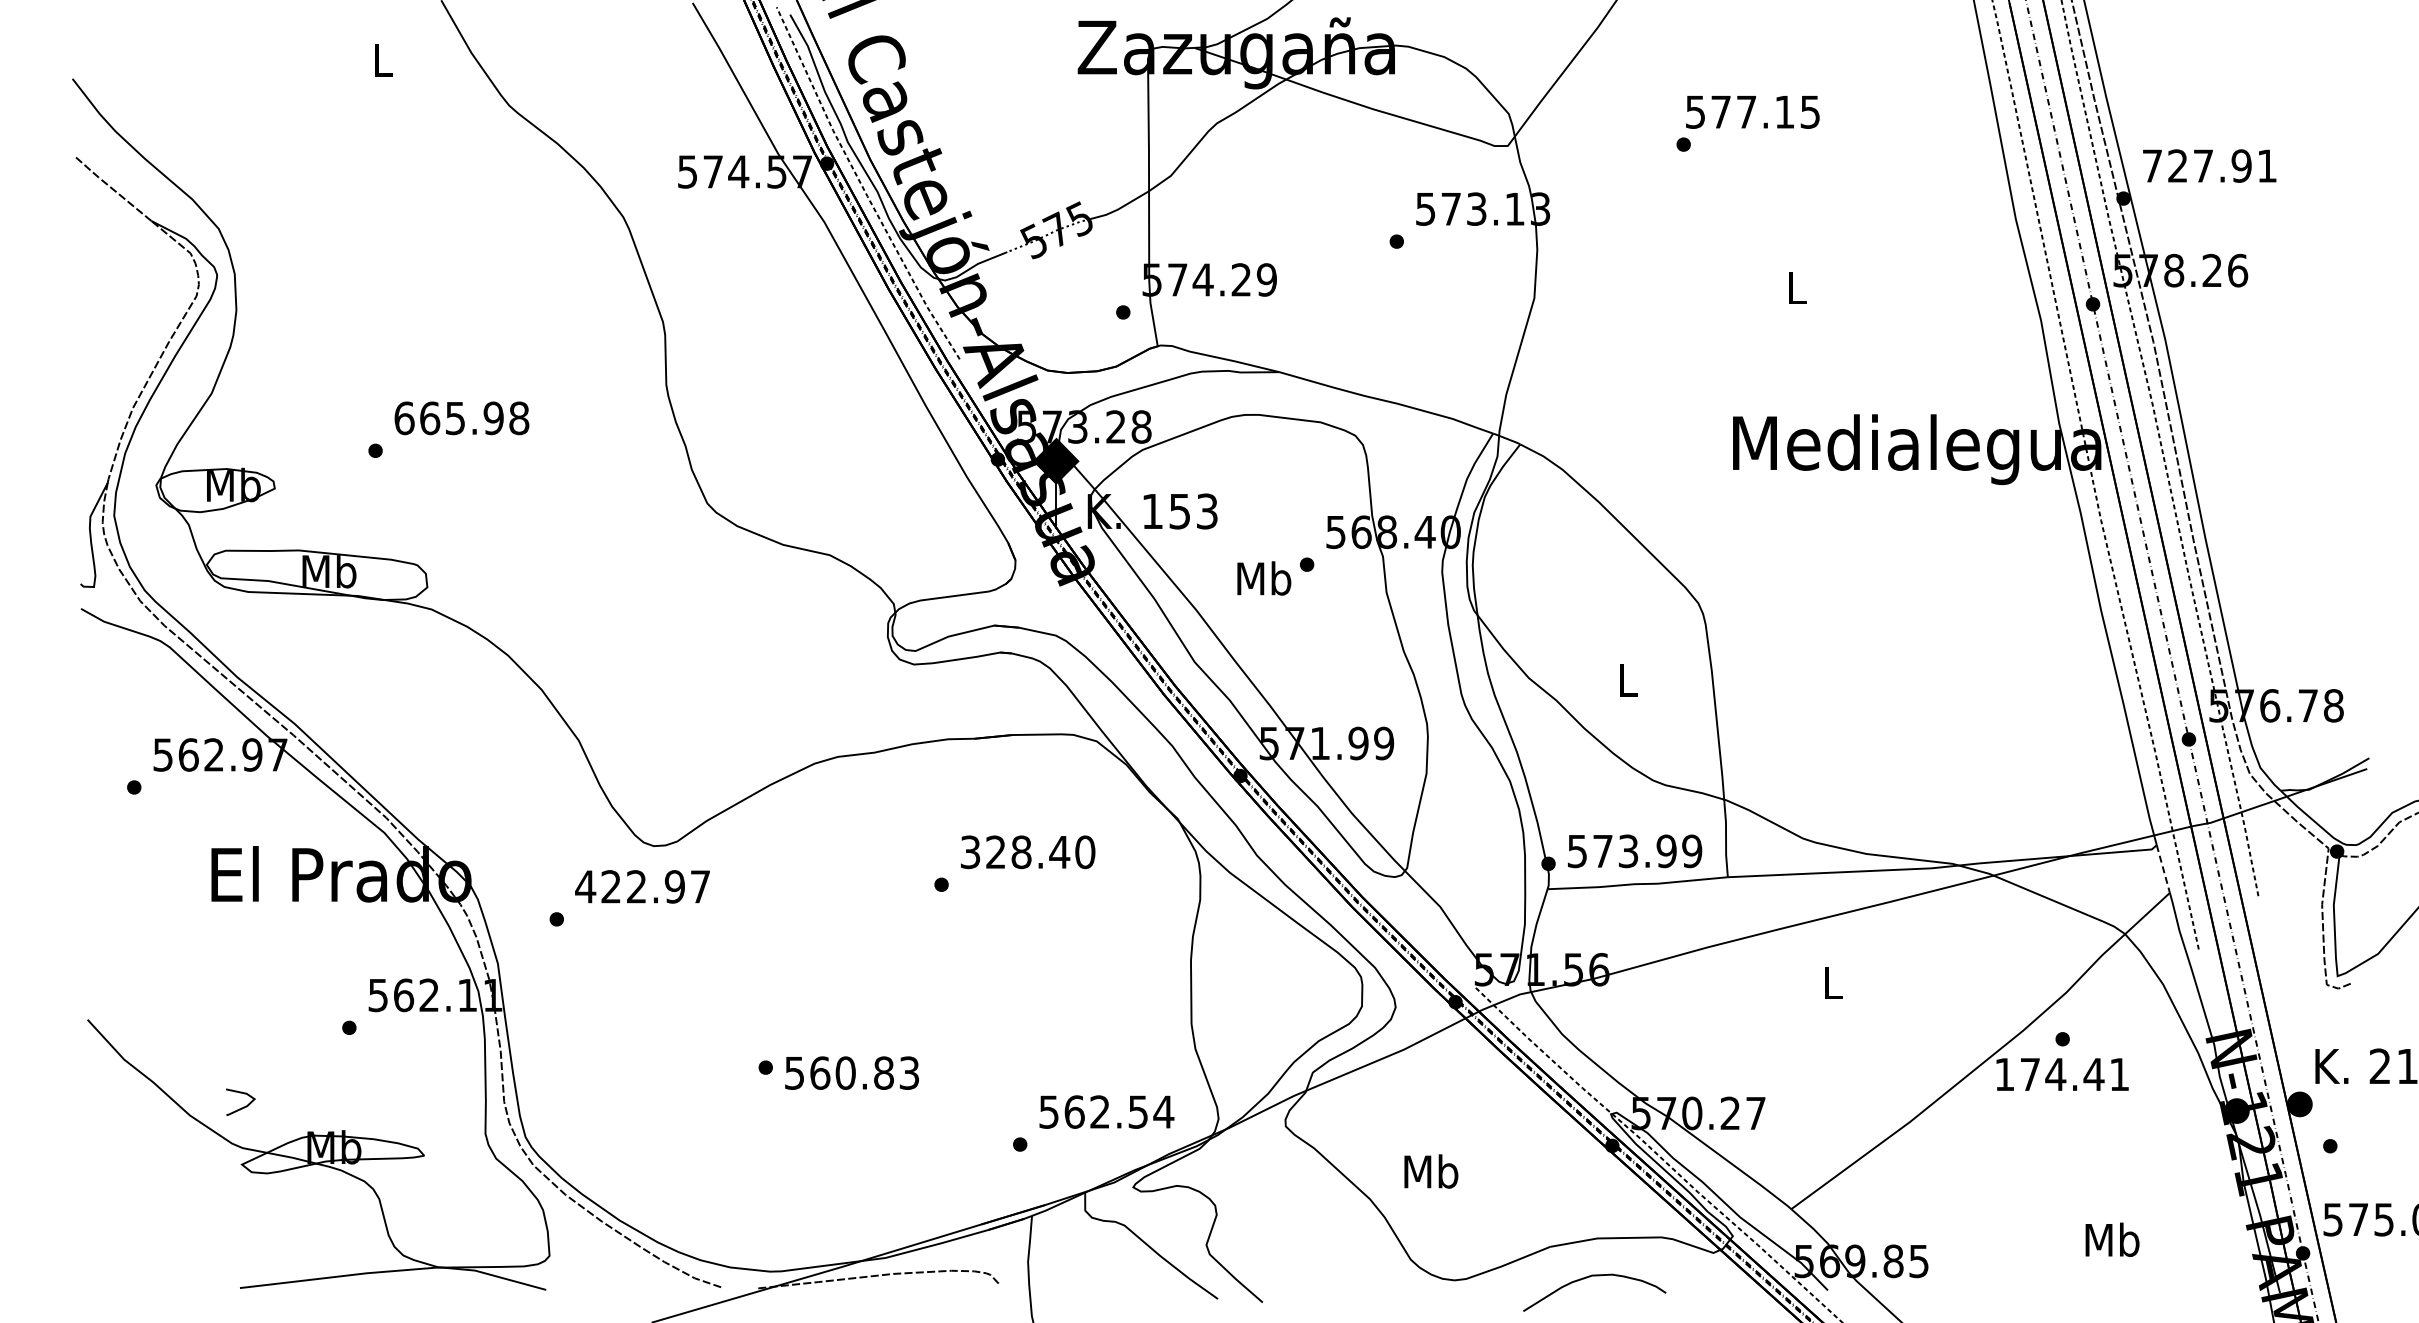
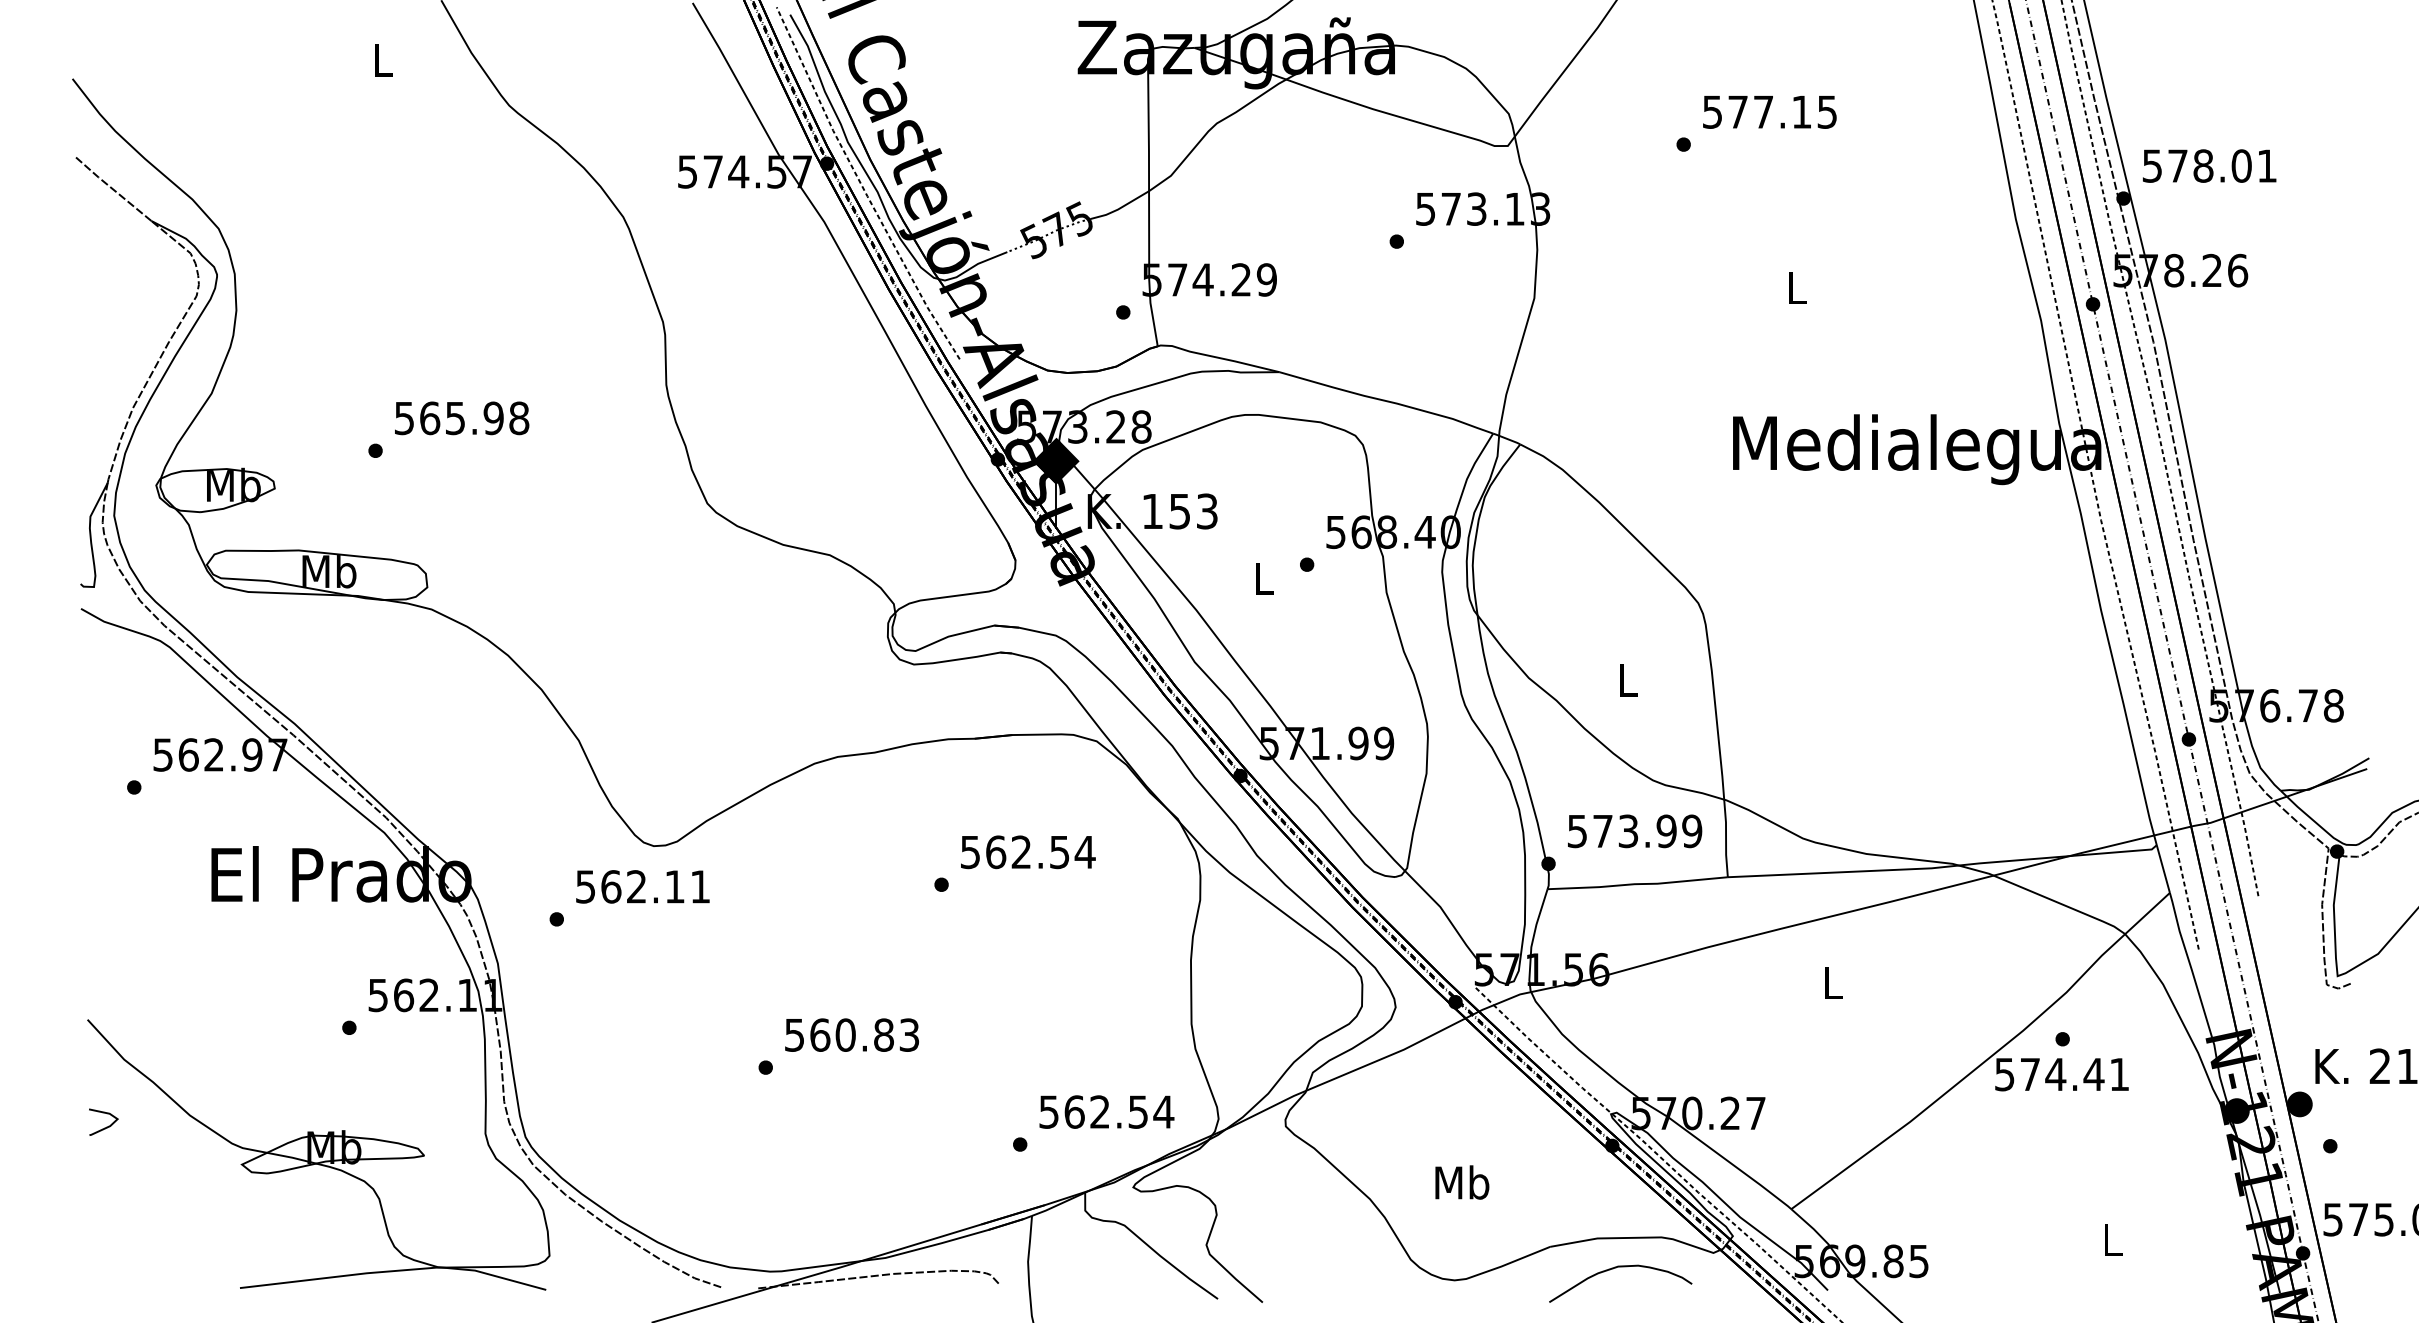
text at (1752, 112) position: (1752, 112) -> (1769, 112)
text at (2196, 165): 727.91 -> 578.01
text at (404, 418): 665.98 -> 565.98
text at (1264, 578): Mb -> L
text at (1635, 851) position: (1635, 851) -> (1635, 831)
text at (1028, 852): 328.40 -> 562.54
line at (2163, 869): dashed -> solid
text at (642, 886): 422.97 -> 562.11
text at (851, 1072) position: (851, 1072) -> (851, 1034)
text at (2004, 1074): 174.41 -> 574.41
curve at (243, 1106) position: (243, 1106) -> (106, 1126)
text at (1431, 1171) position: (1431, 1171) -> (1462, 1182)
text at (2112, 1239): Mb -> L
curve at (1590, 1277) position: (1590, 1277) -> (1616, 1268)
